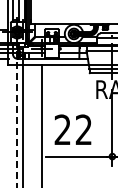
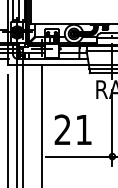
line at (17, 119): dashed -> solid
line at (7, 129): none -> present
text at (83, 129): 22 -> 21
